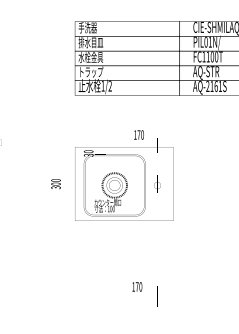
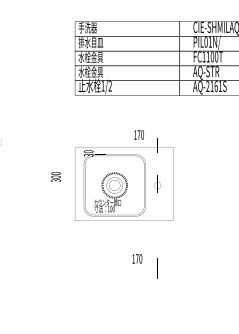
text at (90, 71): トラップ -> 水栓金具
text at (55, 184) position: (55, 184) -> (55, 177)
text at (144, 294) position: (144, 294) -> (144, 266)
